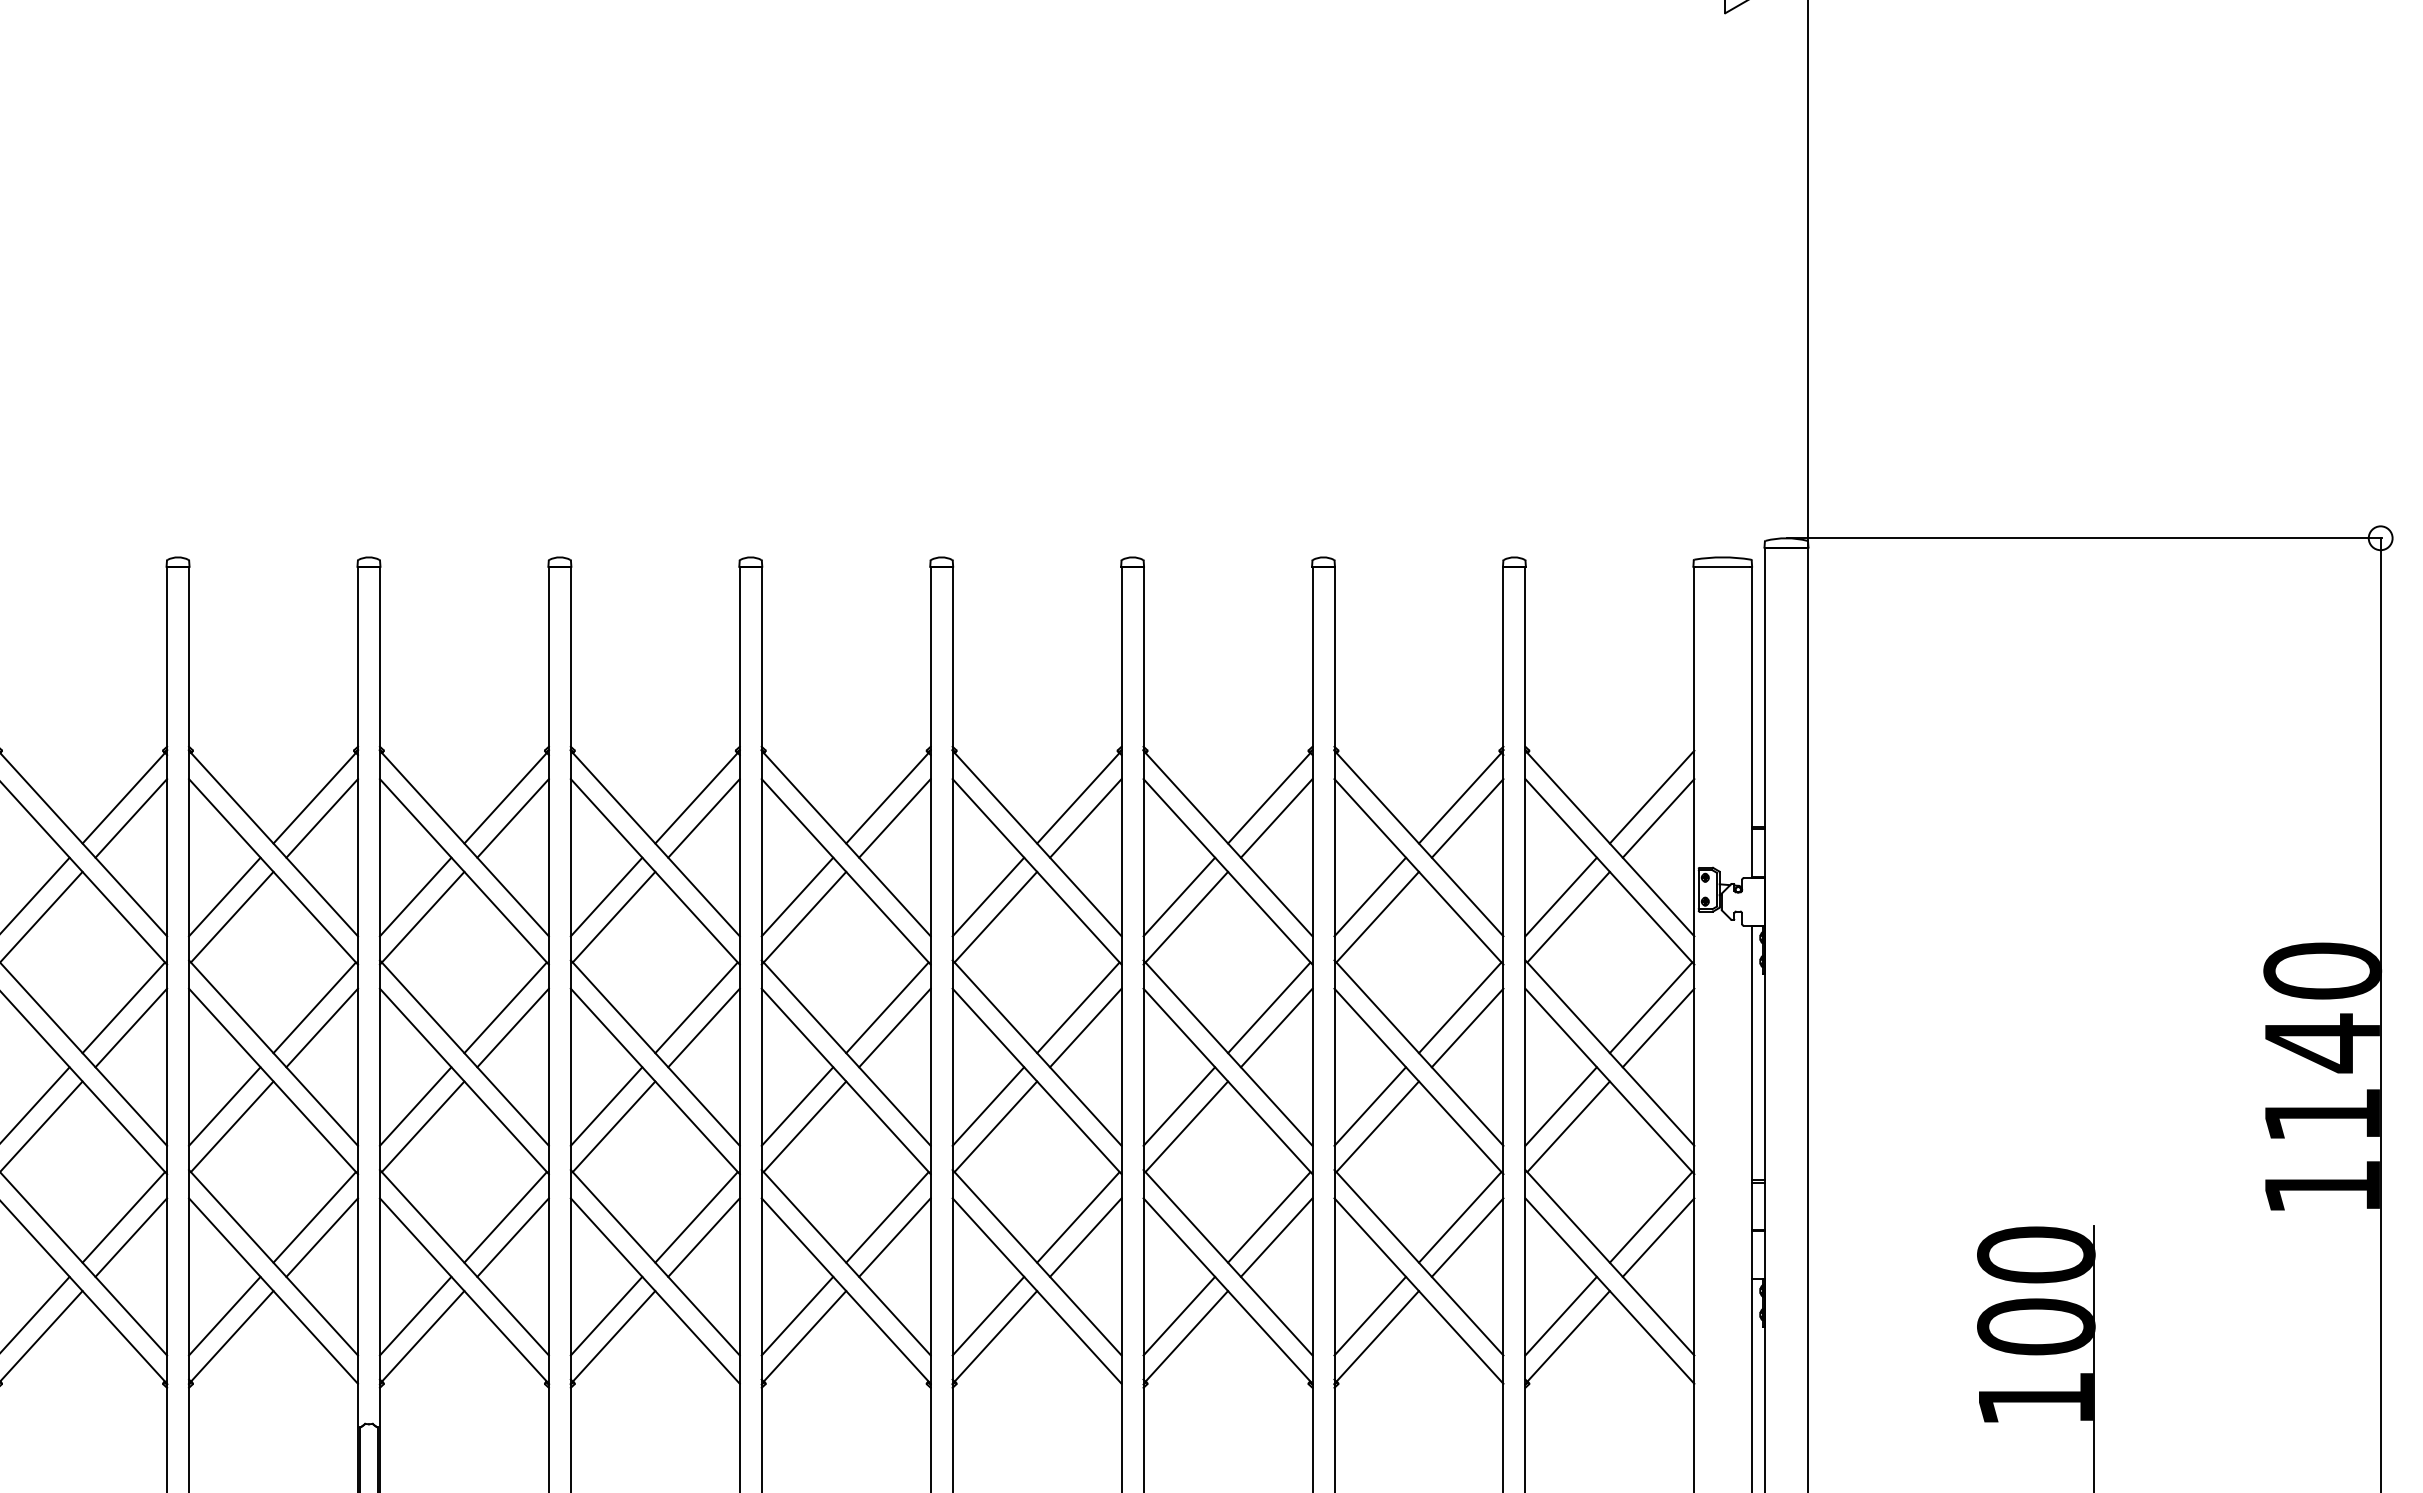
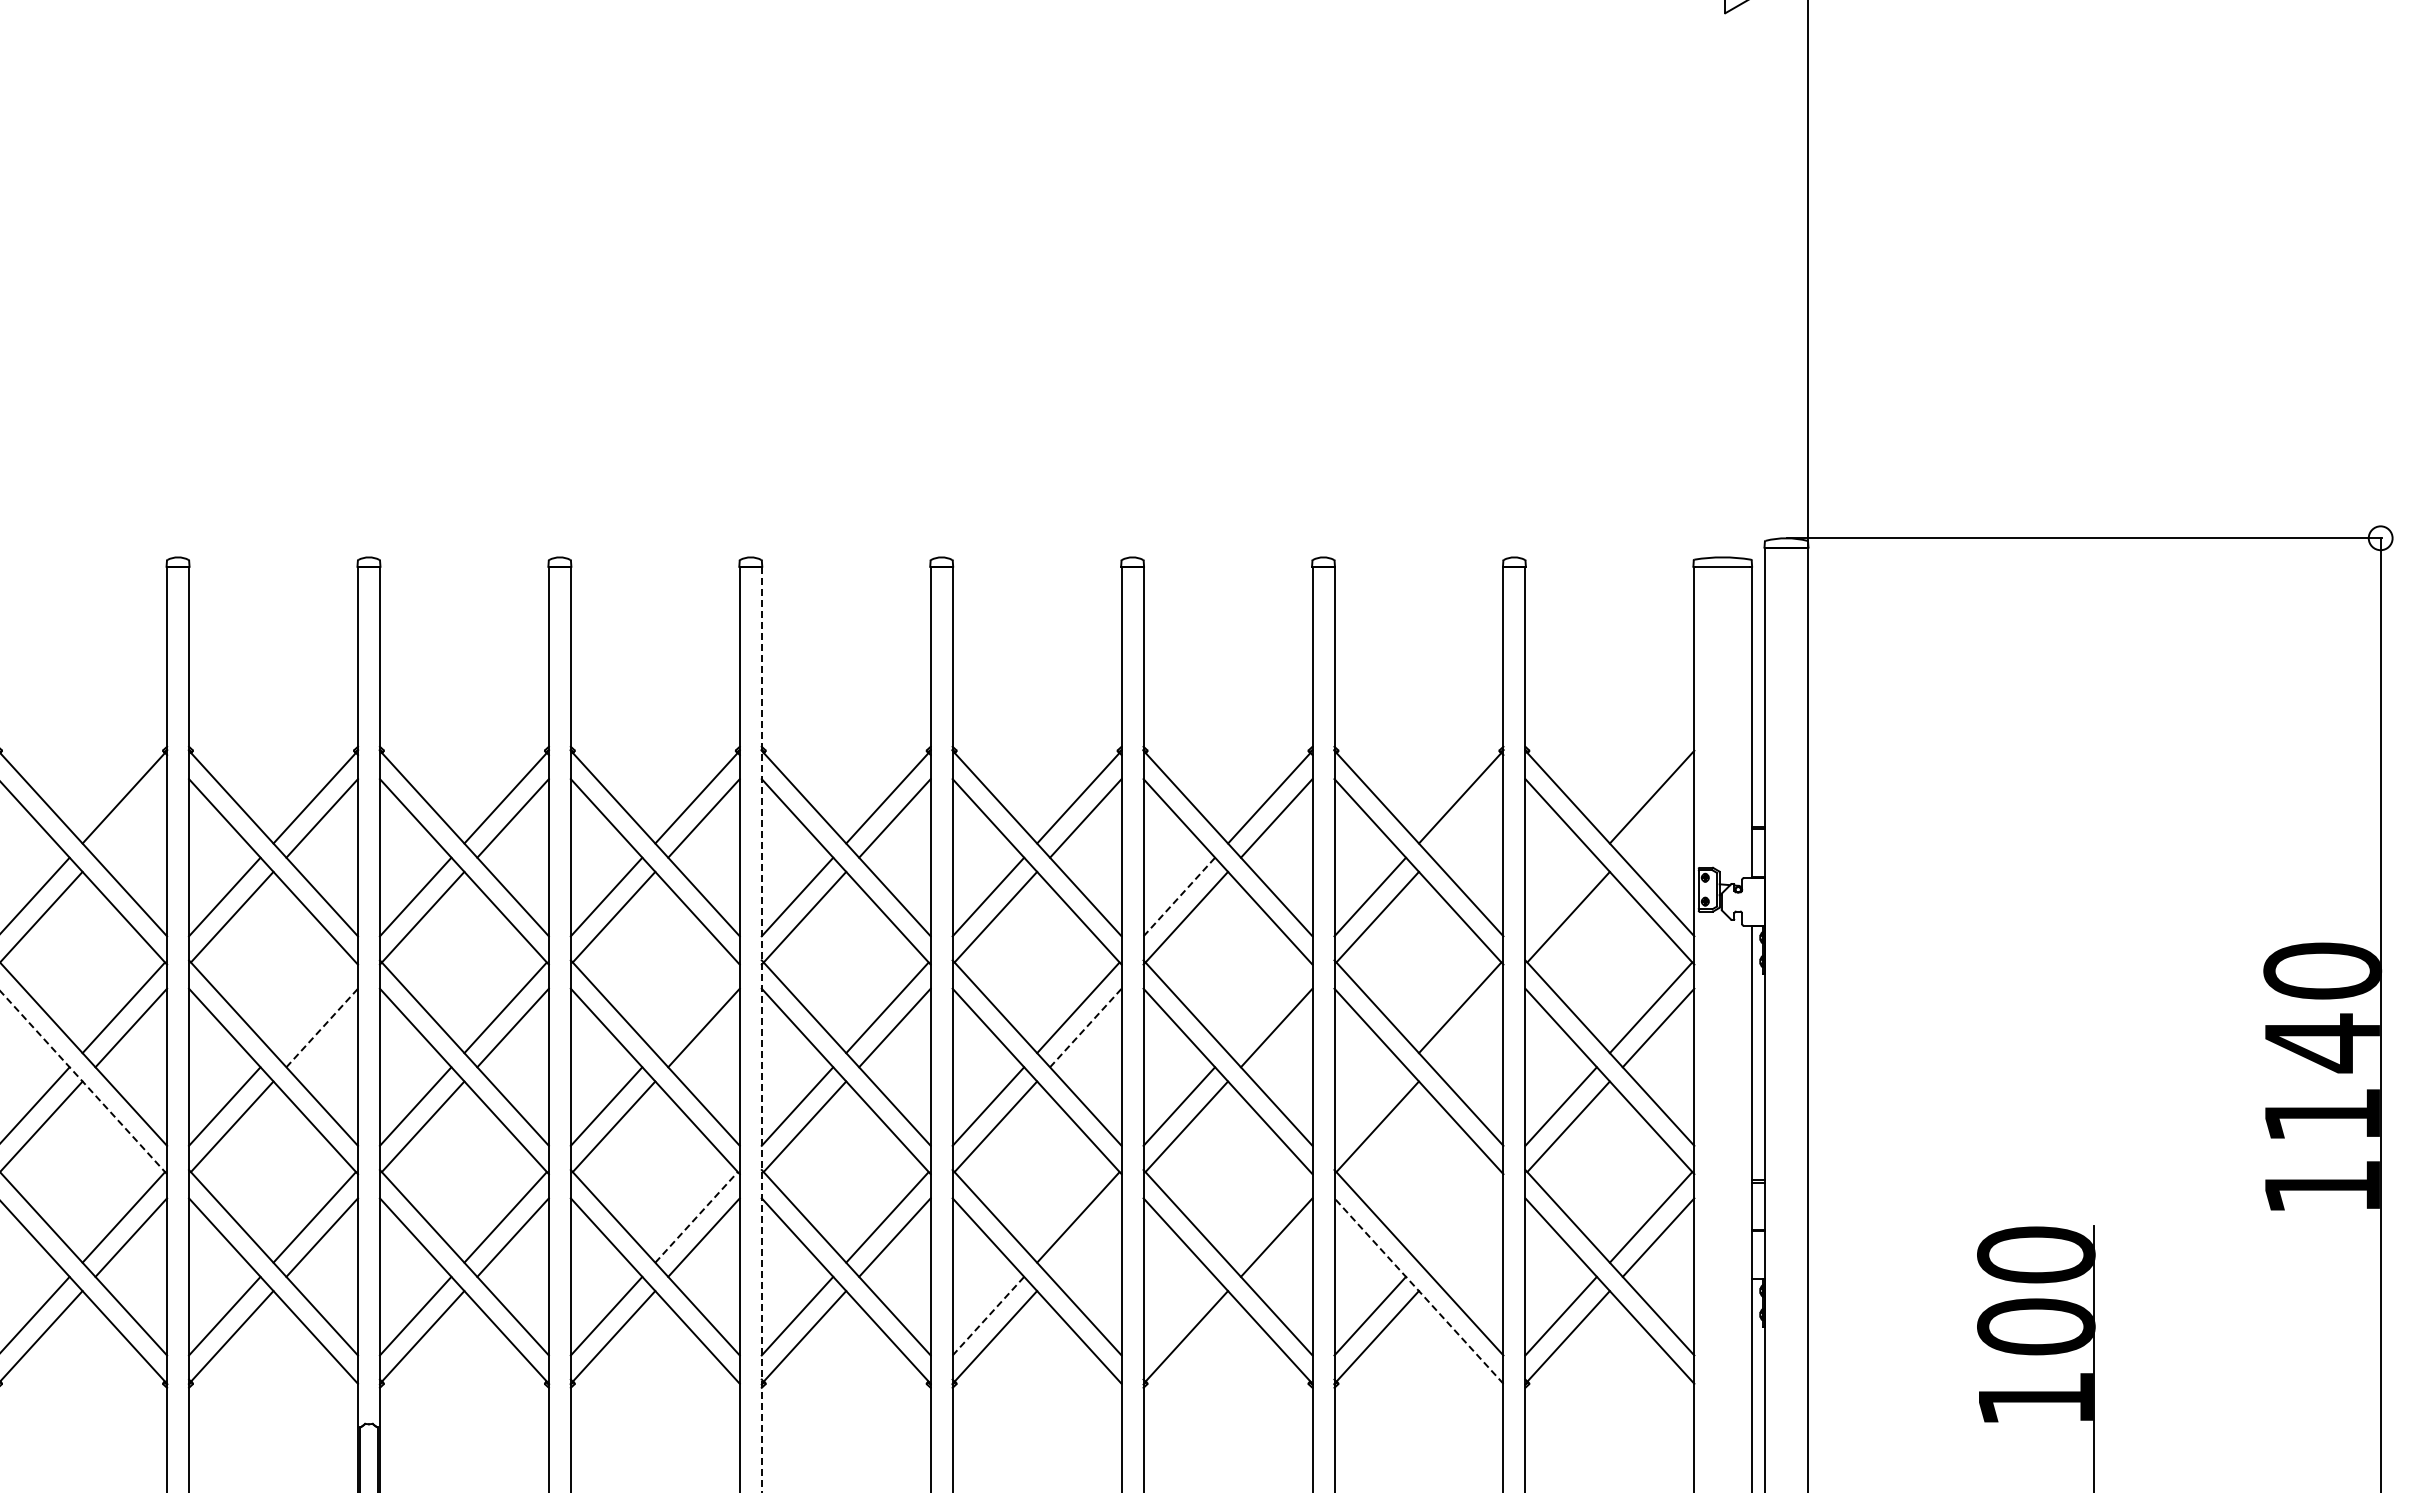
line at (131, 818): present -> none
line at (1467, 818): present -> none
line at (1658, 818): present -> none
line at (1179, 896): solid -> dashed
line at (1560, 896): present -> none
line at (314, 1007): present -> none
line at (696, 1007): present -> none
line at (1269, 1007): present -> none
line at (322, 1027): solid -> dashed
line at (1086, 1027): solid -> dashed
line at (1467, 1027): present -> none
line at (761, 1029): solid -> dashed
line at (83, 1082): solid -> dashed
line at (1369, 1106): present -> none
line at (696, 1217): solid -> dashed
line at (1269, 1217): present -> none
line at (1459, 1217): present -> none
line at (1085, 1237): present -> none
line at (1467, 1237): present -> none
line at (1418, 1290): solid -> dashed
line at (988, 1315): solid -> dashed
line at (1179, 1315): present -> none
